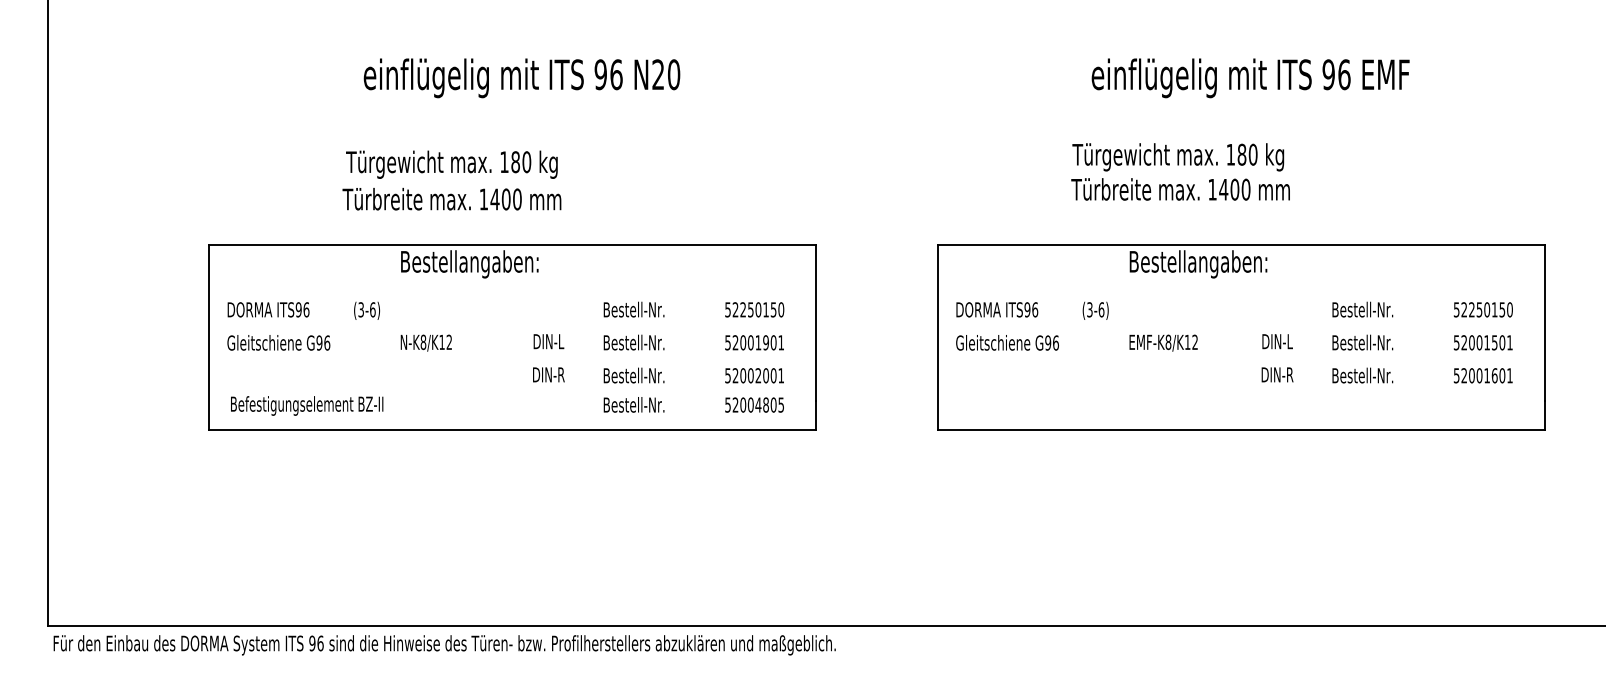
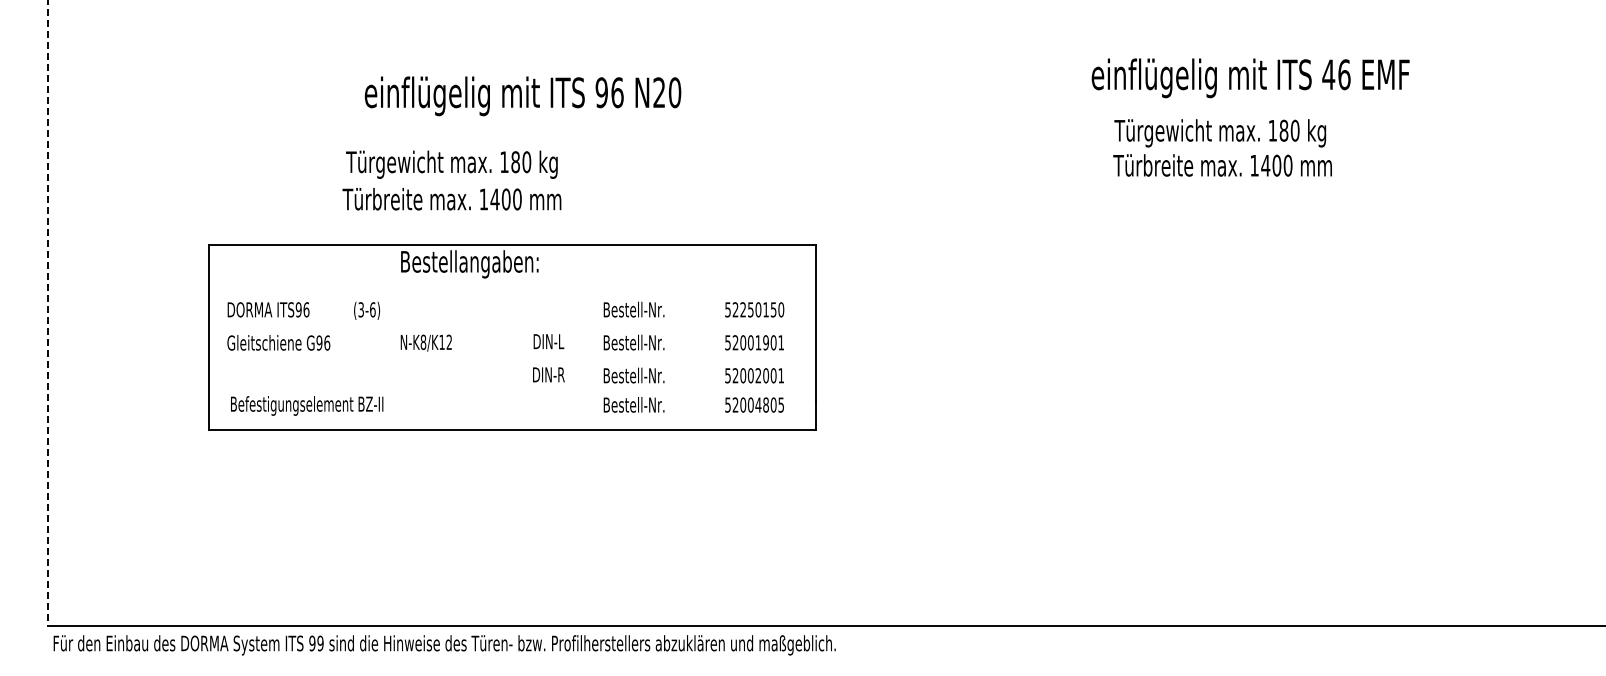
text at (1328, 74): 96 -> 46
text at (521, 78) position: (521, 78) -> (522, 96)
text at (1180, 171) position: (1180, 171) -> (1222, 147)
line at (48, 312): solid -> dashed
part at (1241, 337): present -> none
text at (320, 643): 96 -> 99
